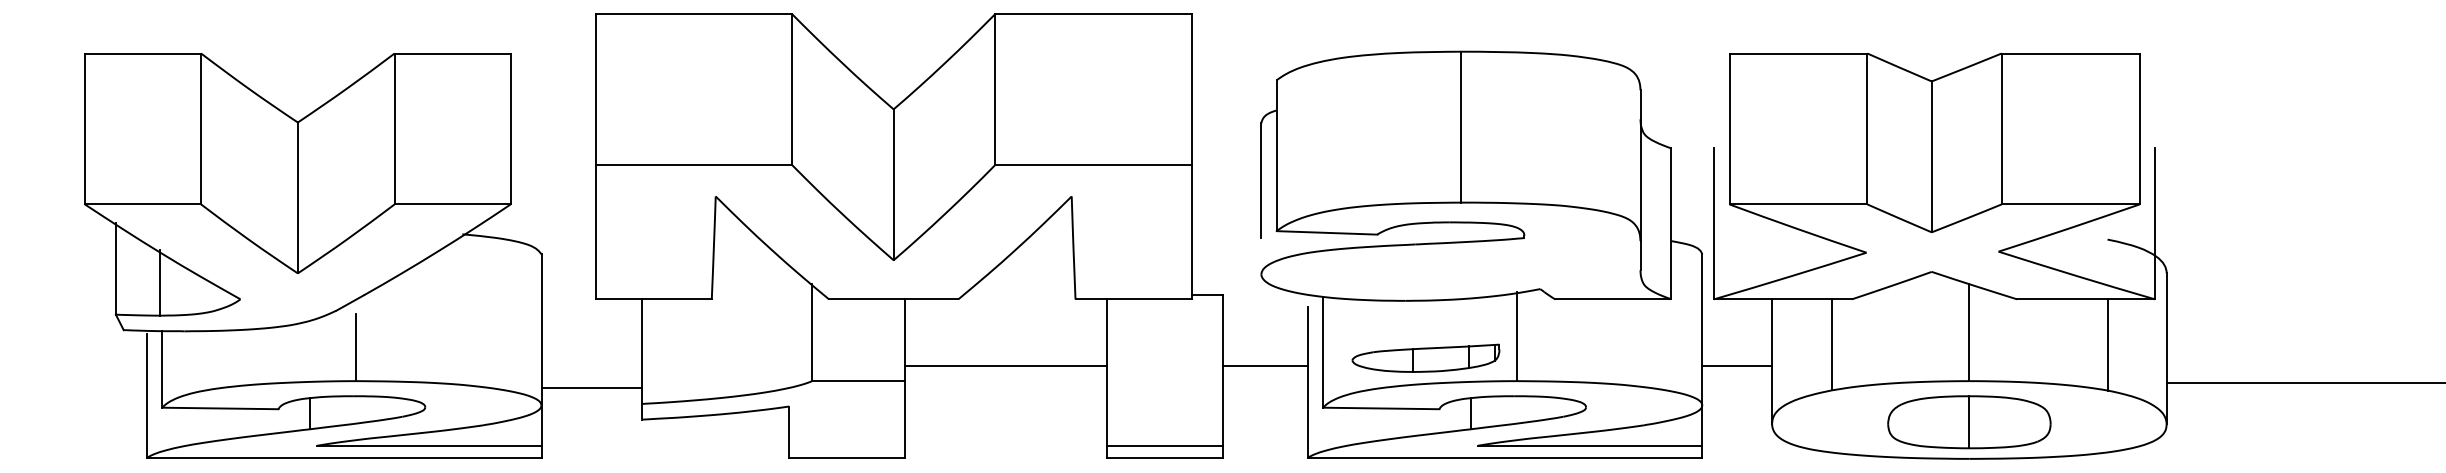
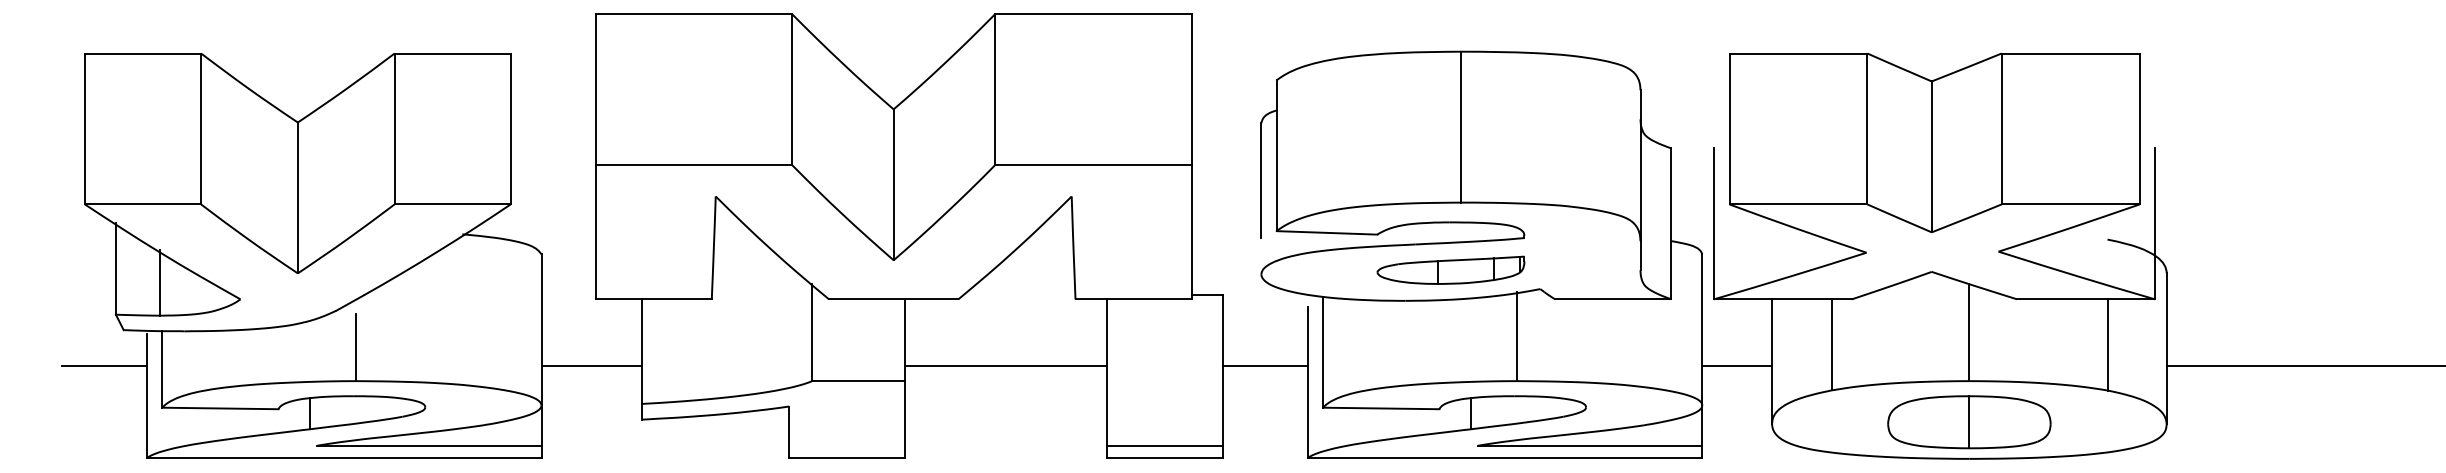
part at (1425, 357) position: (1425, 357) -> (1450, 269)
line at (103, 366): none -> present
line at (2304, 383) position: (2304, 383) -> (2304, 366)
line at (591, 388) position: (591, 388) -> (591, 366)
